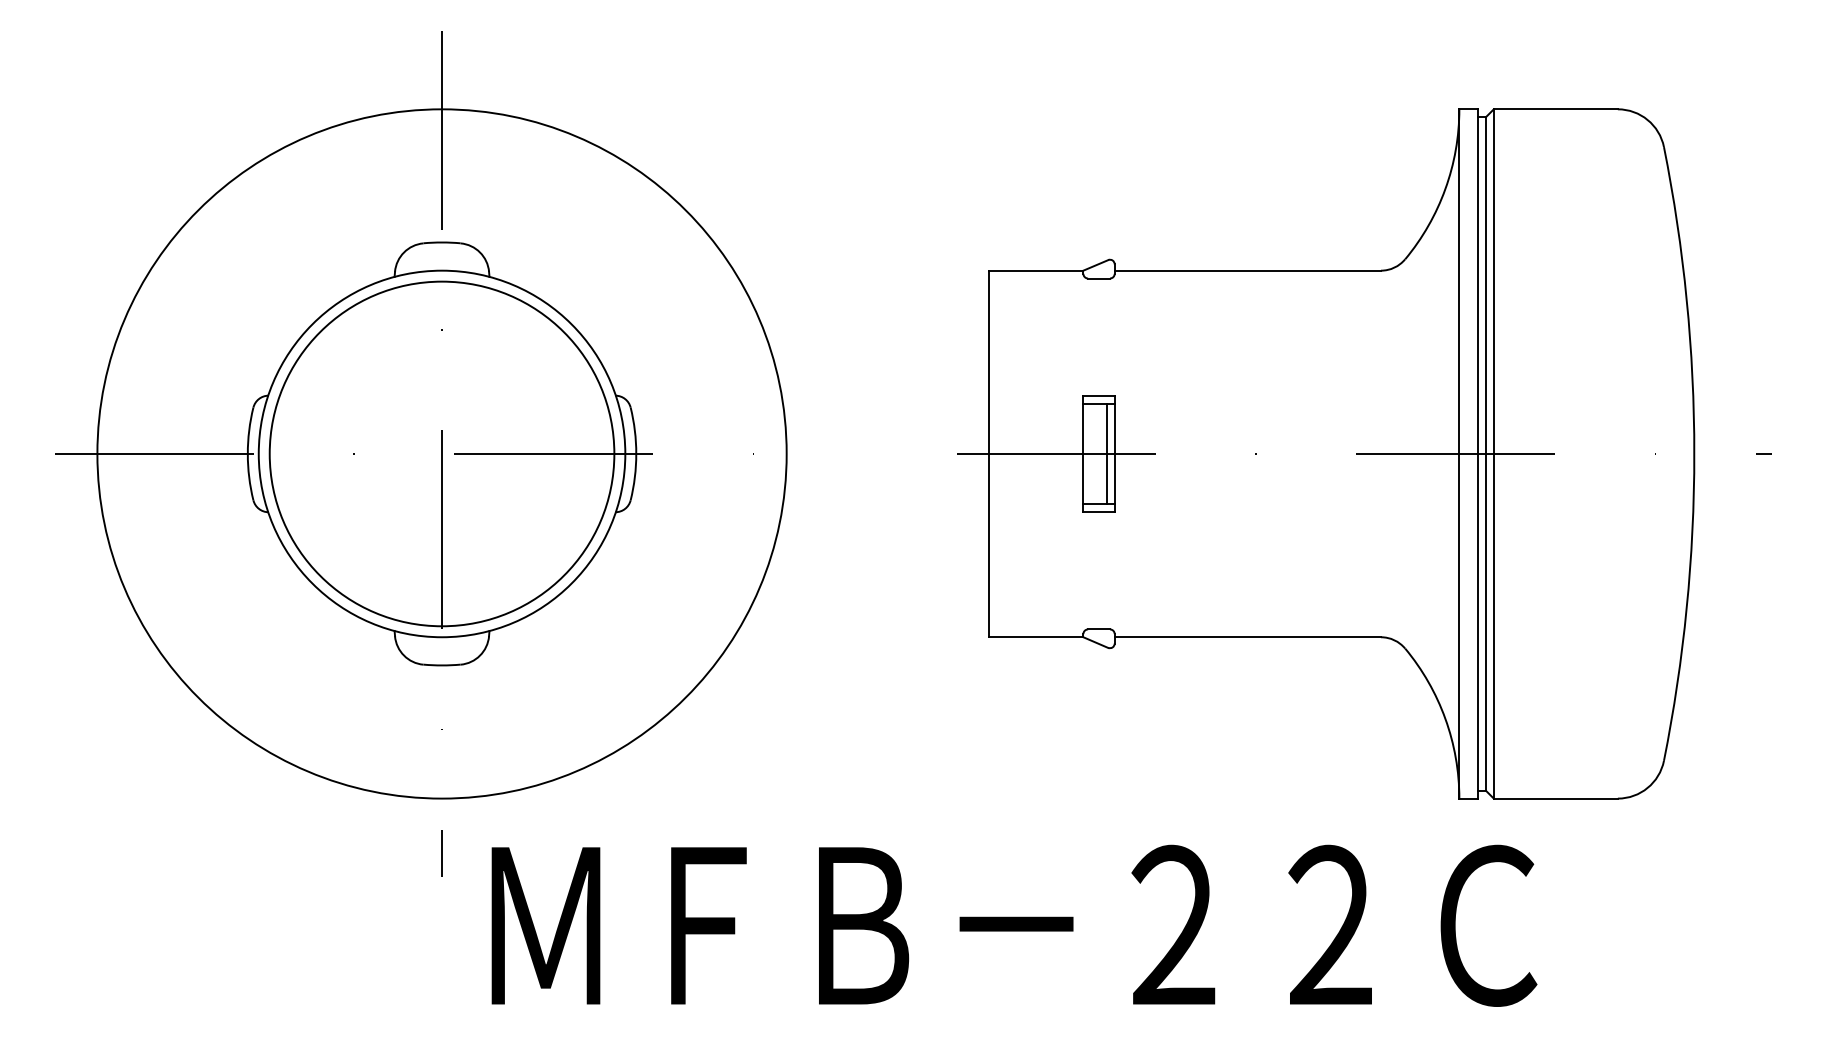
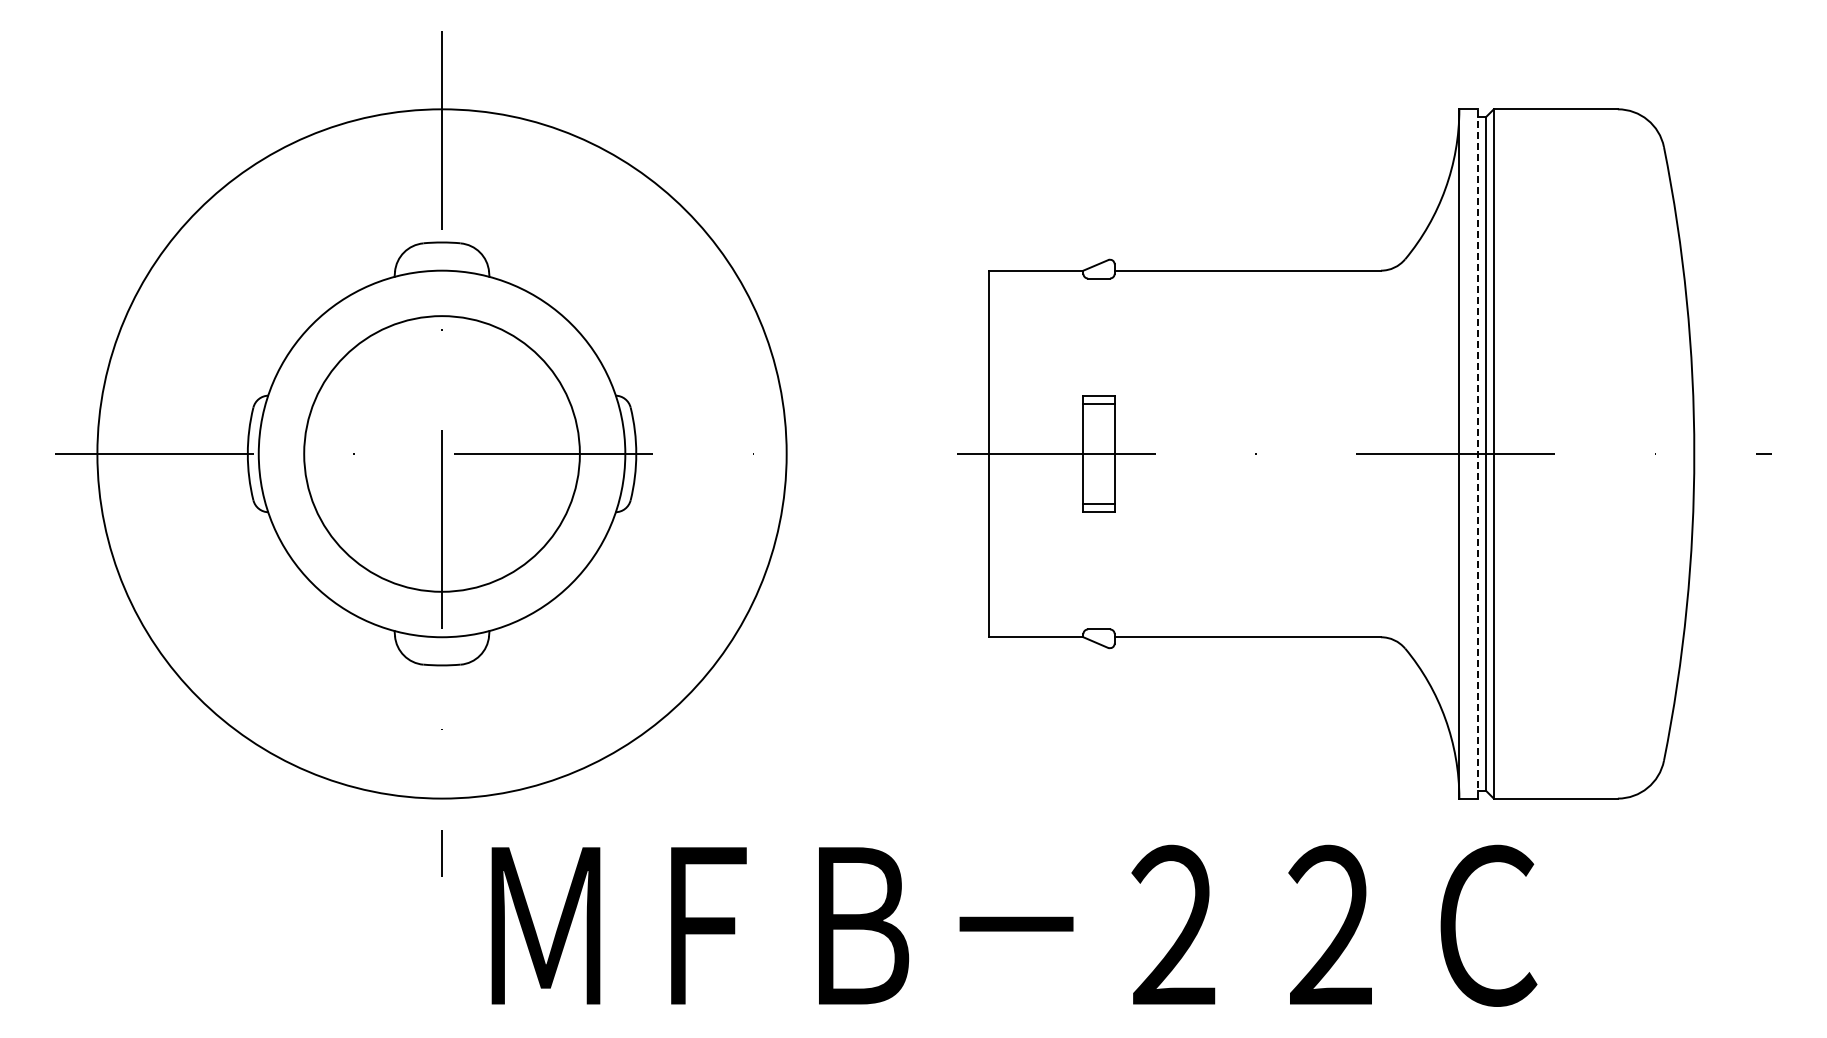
circle at (441, 453) diameter: 345 px -> 276 px
line at (1106, 453): present -> none
line at (1478, 453): solid -> dashed
